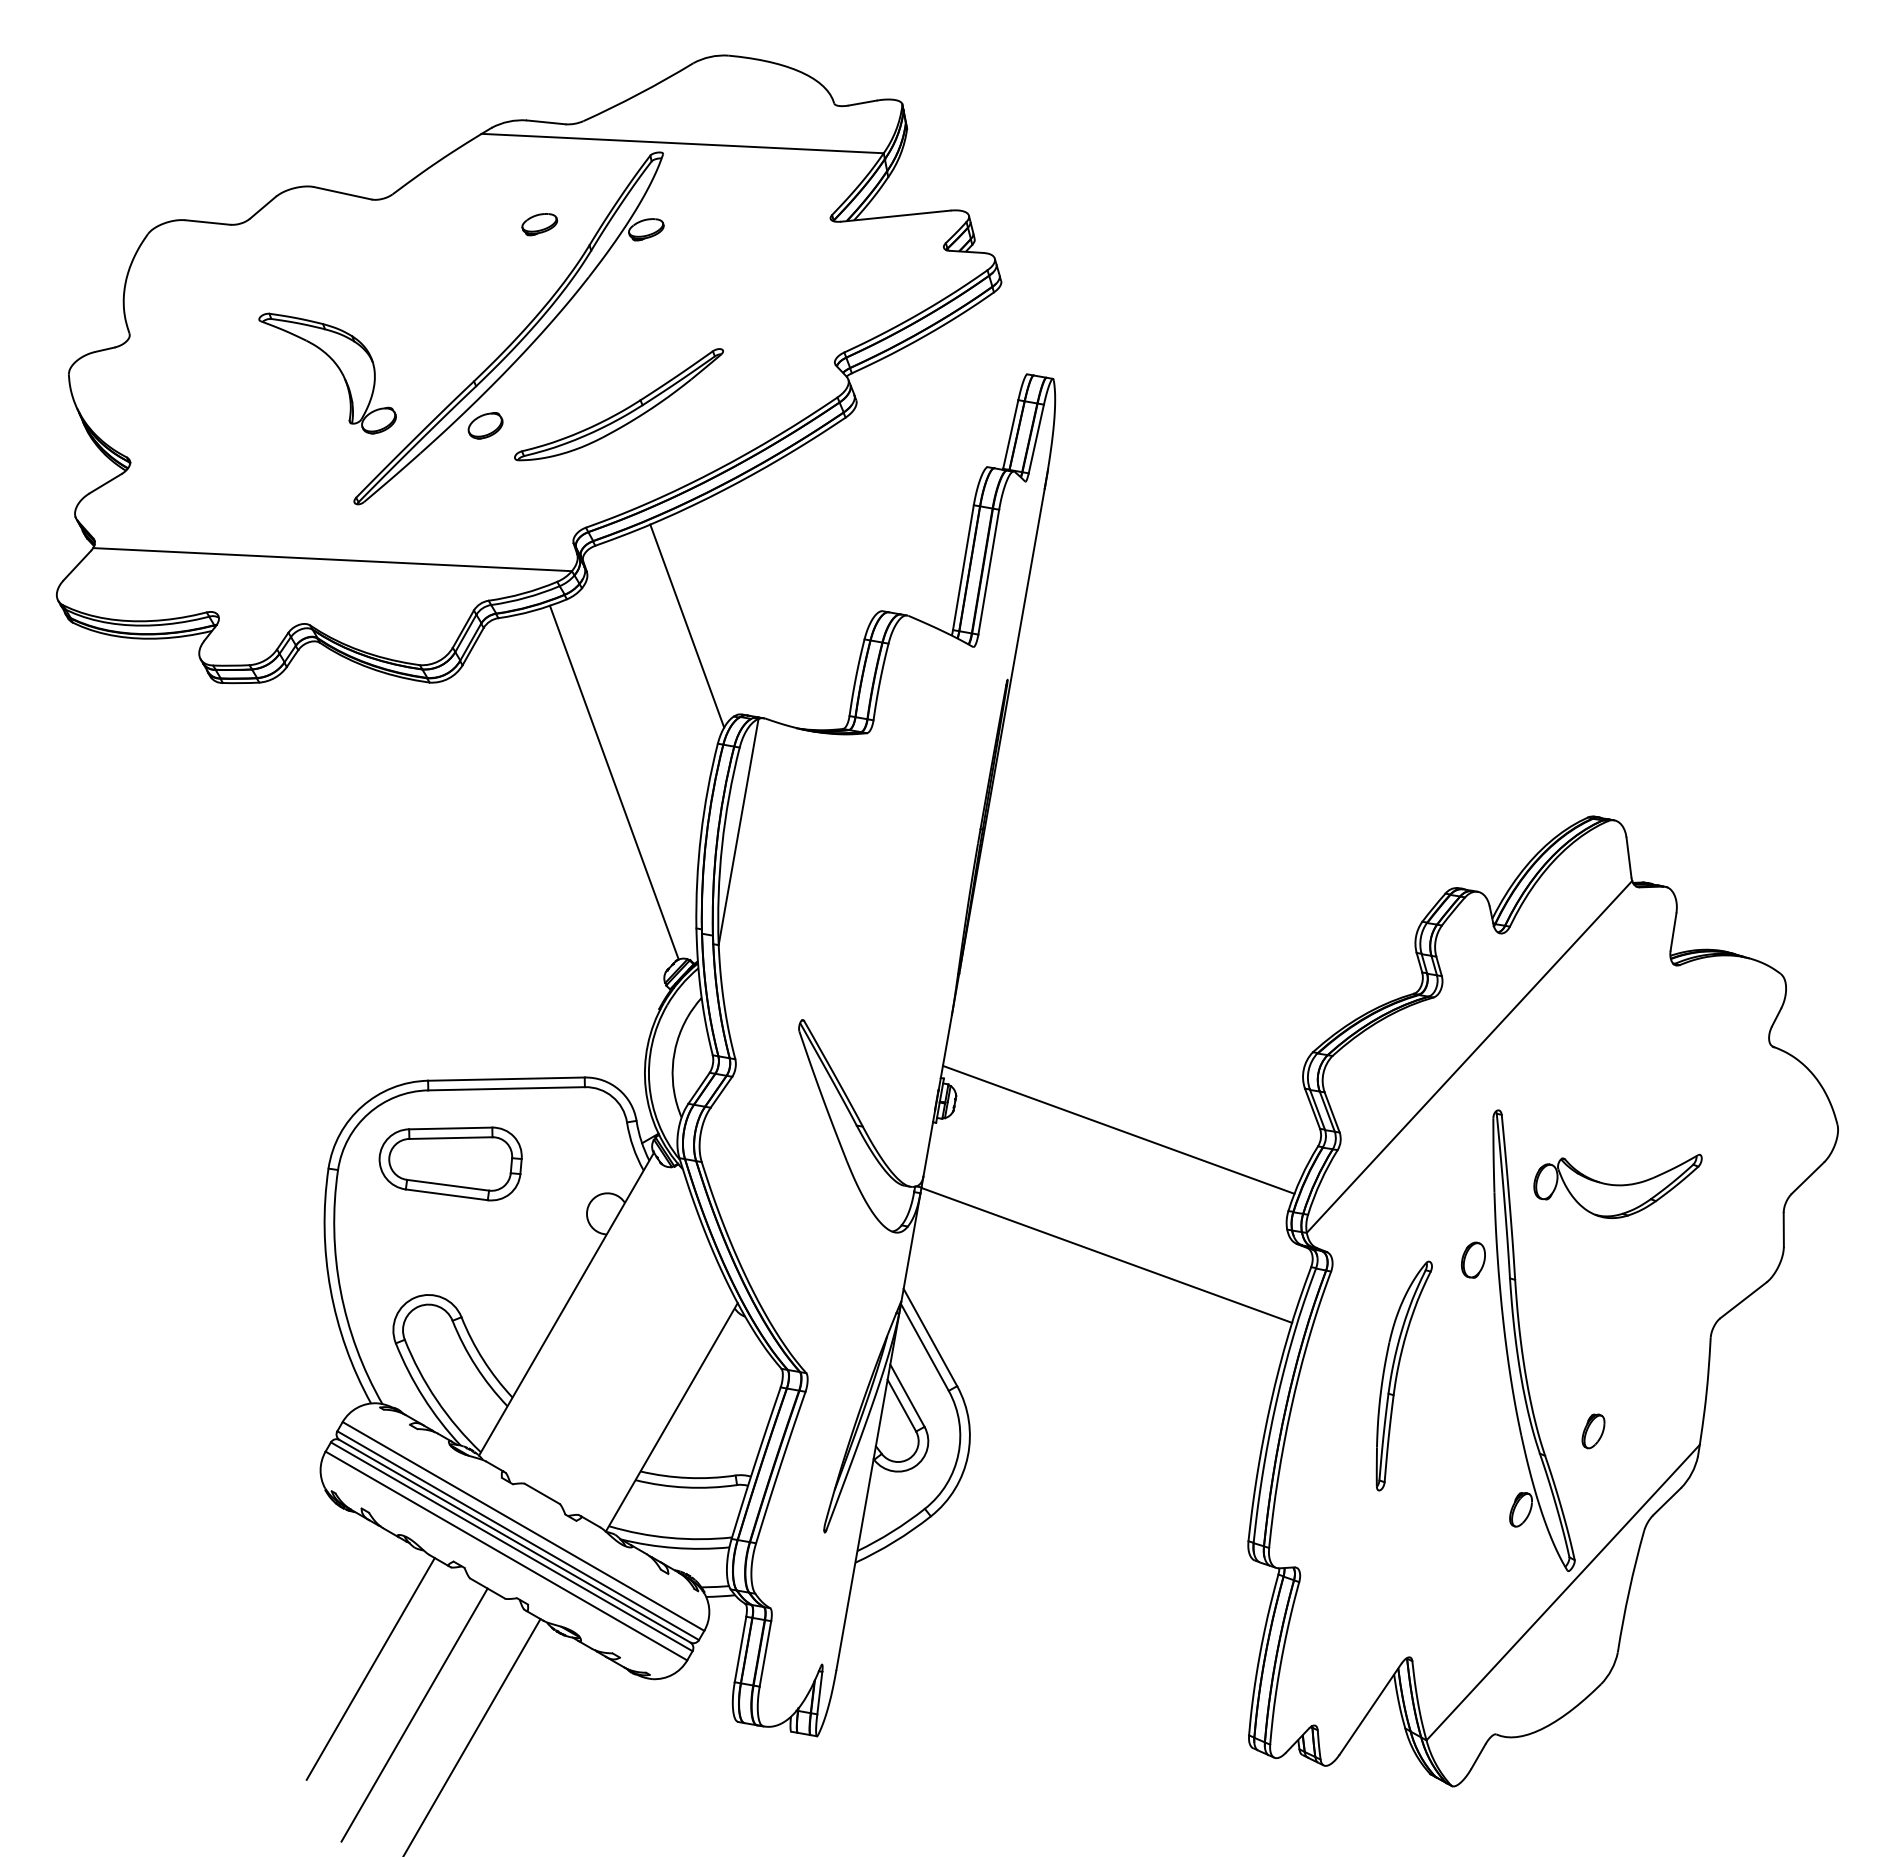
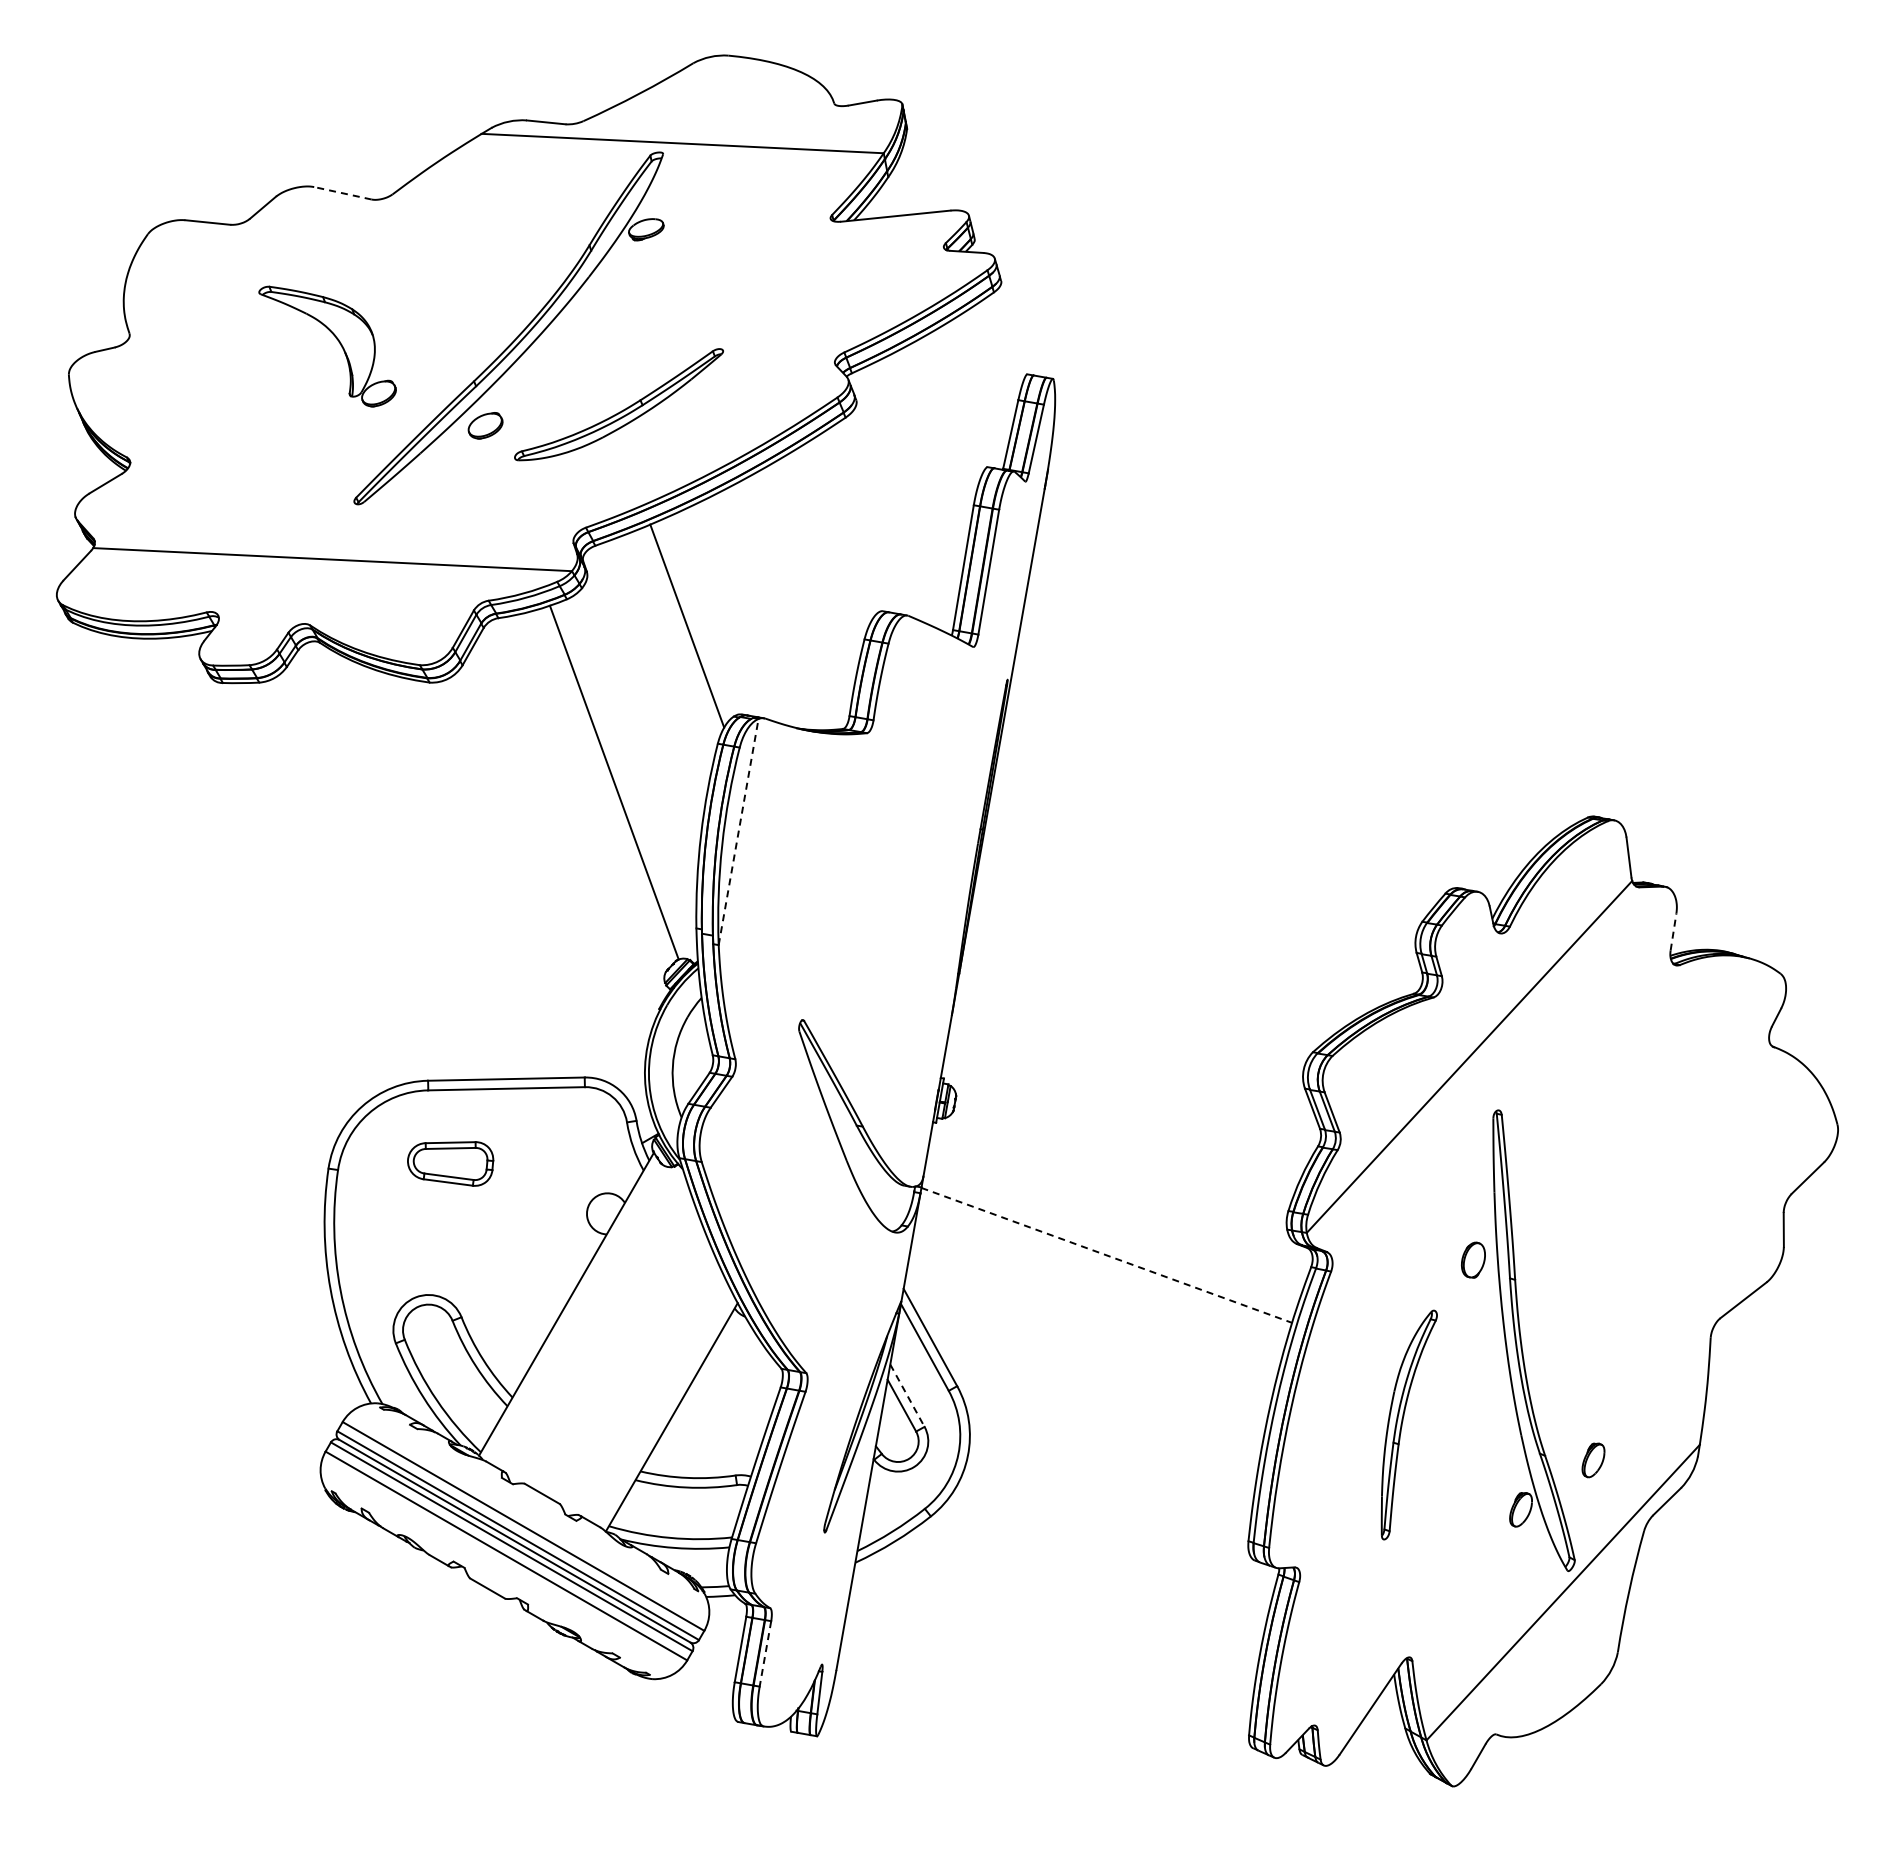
line at (342, 193): solid -> dashed
part at (539, 224): present -> none
part at (335, 365) position: (335, 365) -> (335, 338)
line at (738, 832): solid -> dashed
line at (1673, 932): solid -> dashed
line at (1118, 1129): present -> none
part at (450, 1163) size: 145x76 px -> 88x46 px
part at (1617, 1185): present -> none
line at (1107, 1255): solid -> dashed
part at (1403, 1375) position: (1403, 1375) -> (1408, 1424)
line at (907, 1395): solid -> dashed
part at (1593, 1431) position: (1593, 1431) -> (1593, 1460)
line at (765, 1654): solid -> dashed
line at (370, 1668): present -> none
line at (414, 1714): present -> none
line at (472, 1736): present -> none
